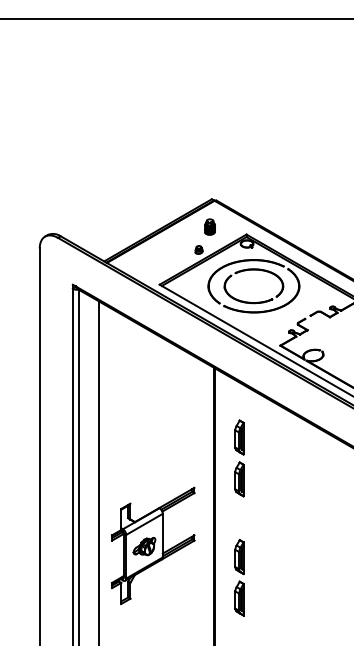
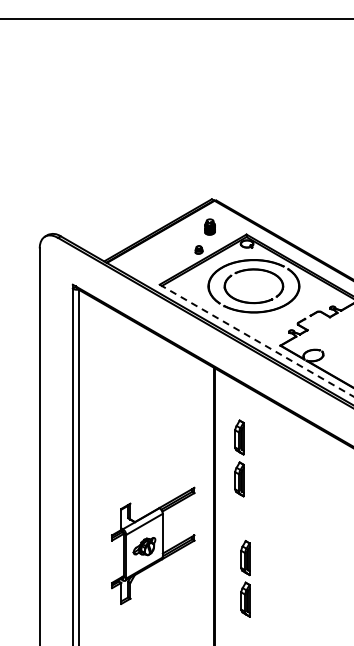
line at (256, 340): solid -> dashed
line at (99, 471): present -> none
part at (239, 577) position: (239, 577) -> (245, 578)
